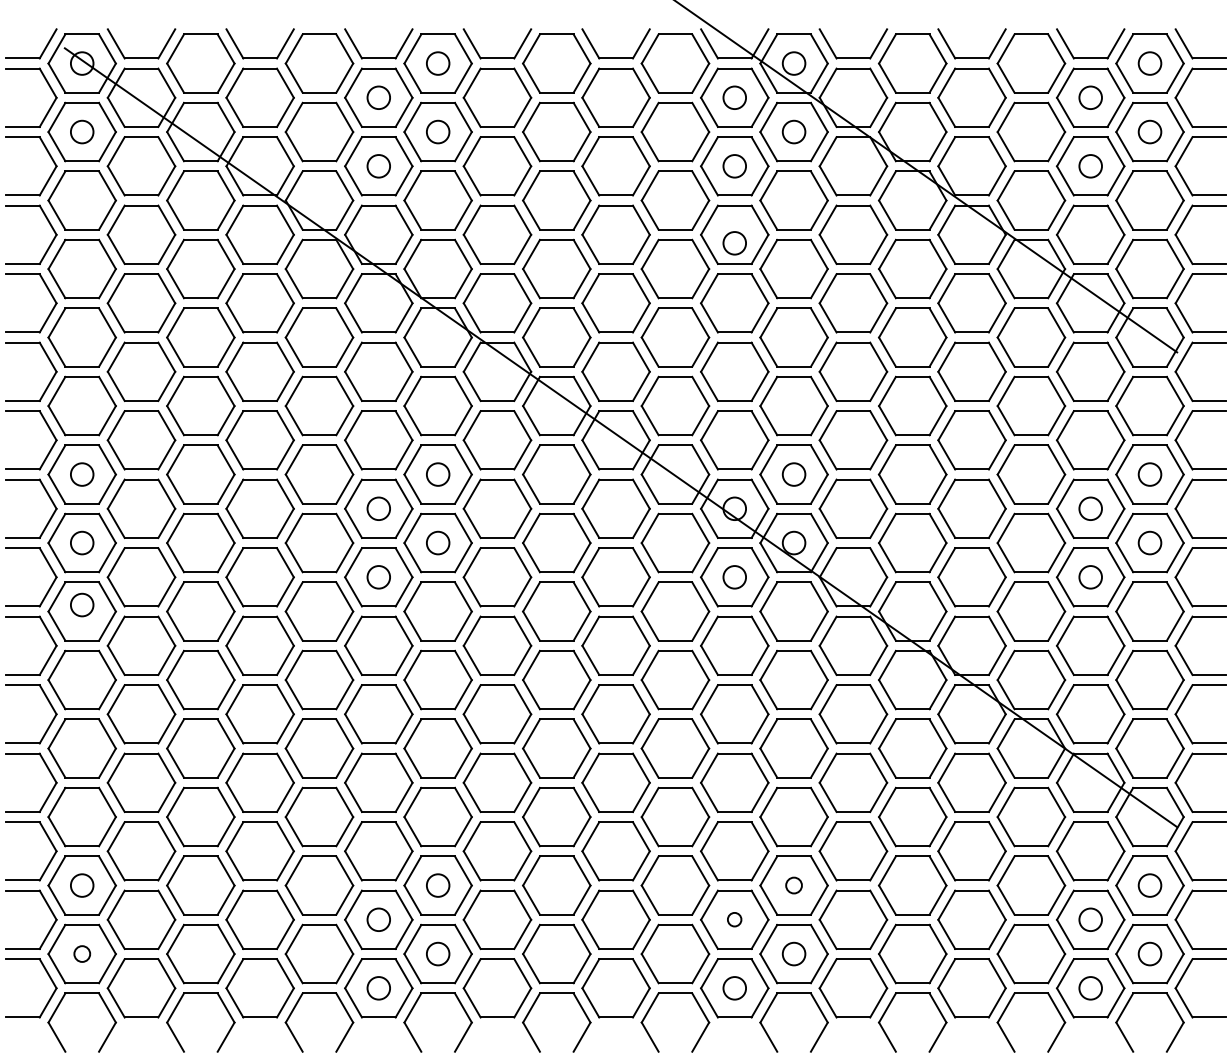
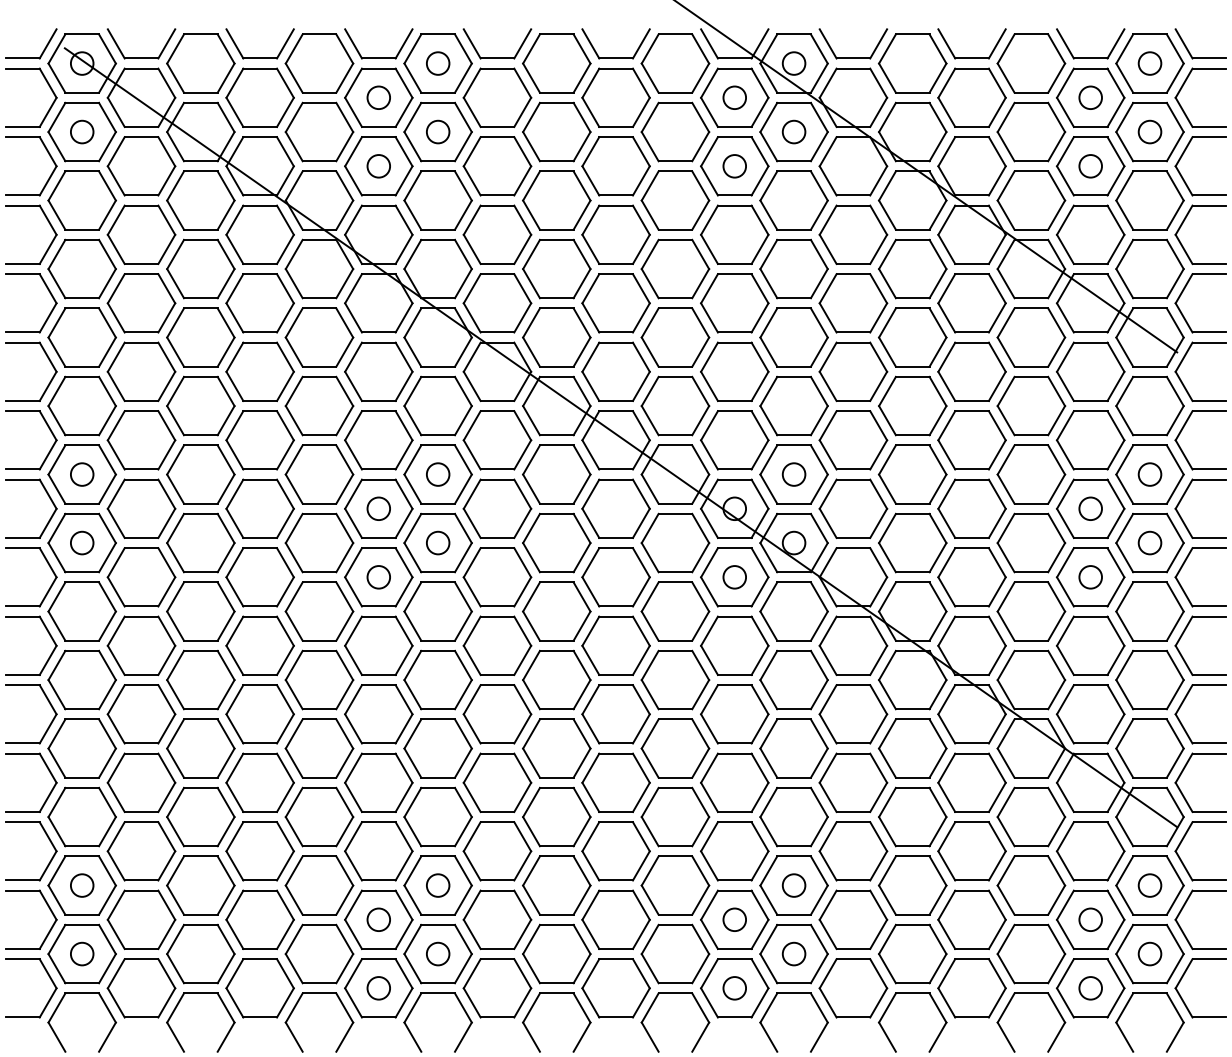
circle at (734, 243): present -> none
circle at (82, 604): present -> none
circle at (793, 885) size: 18x19 px -> 26x25 px
circle at (734, 919) size: 16x16 px -> 25x25 px
circle at (82, 953) size: 19x18 px -> 25x26 px
